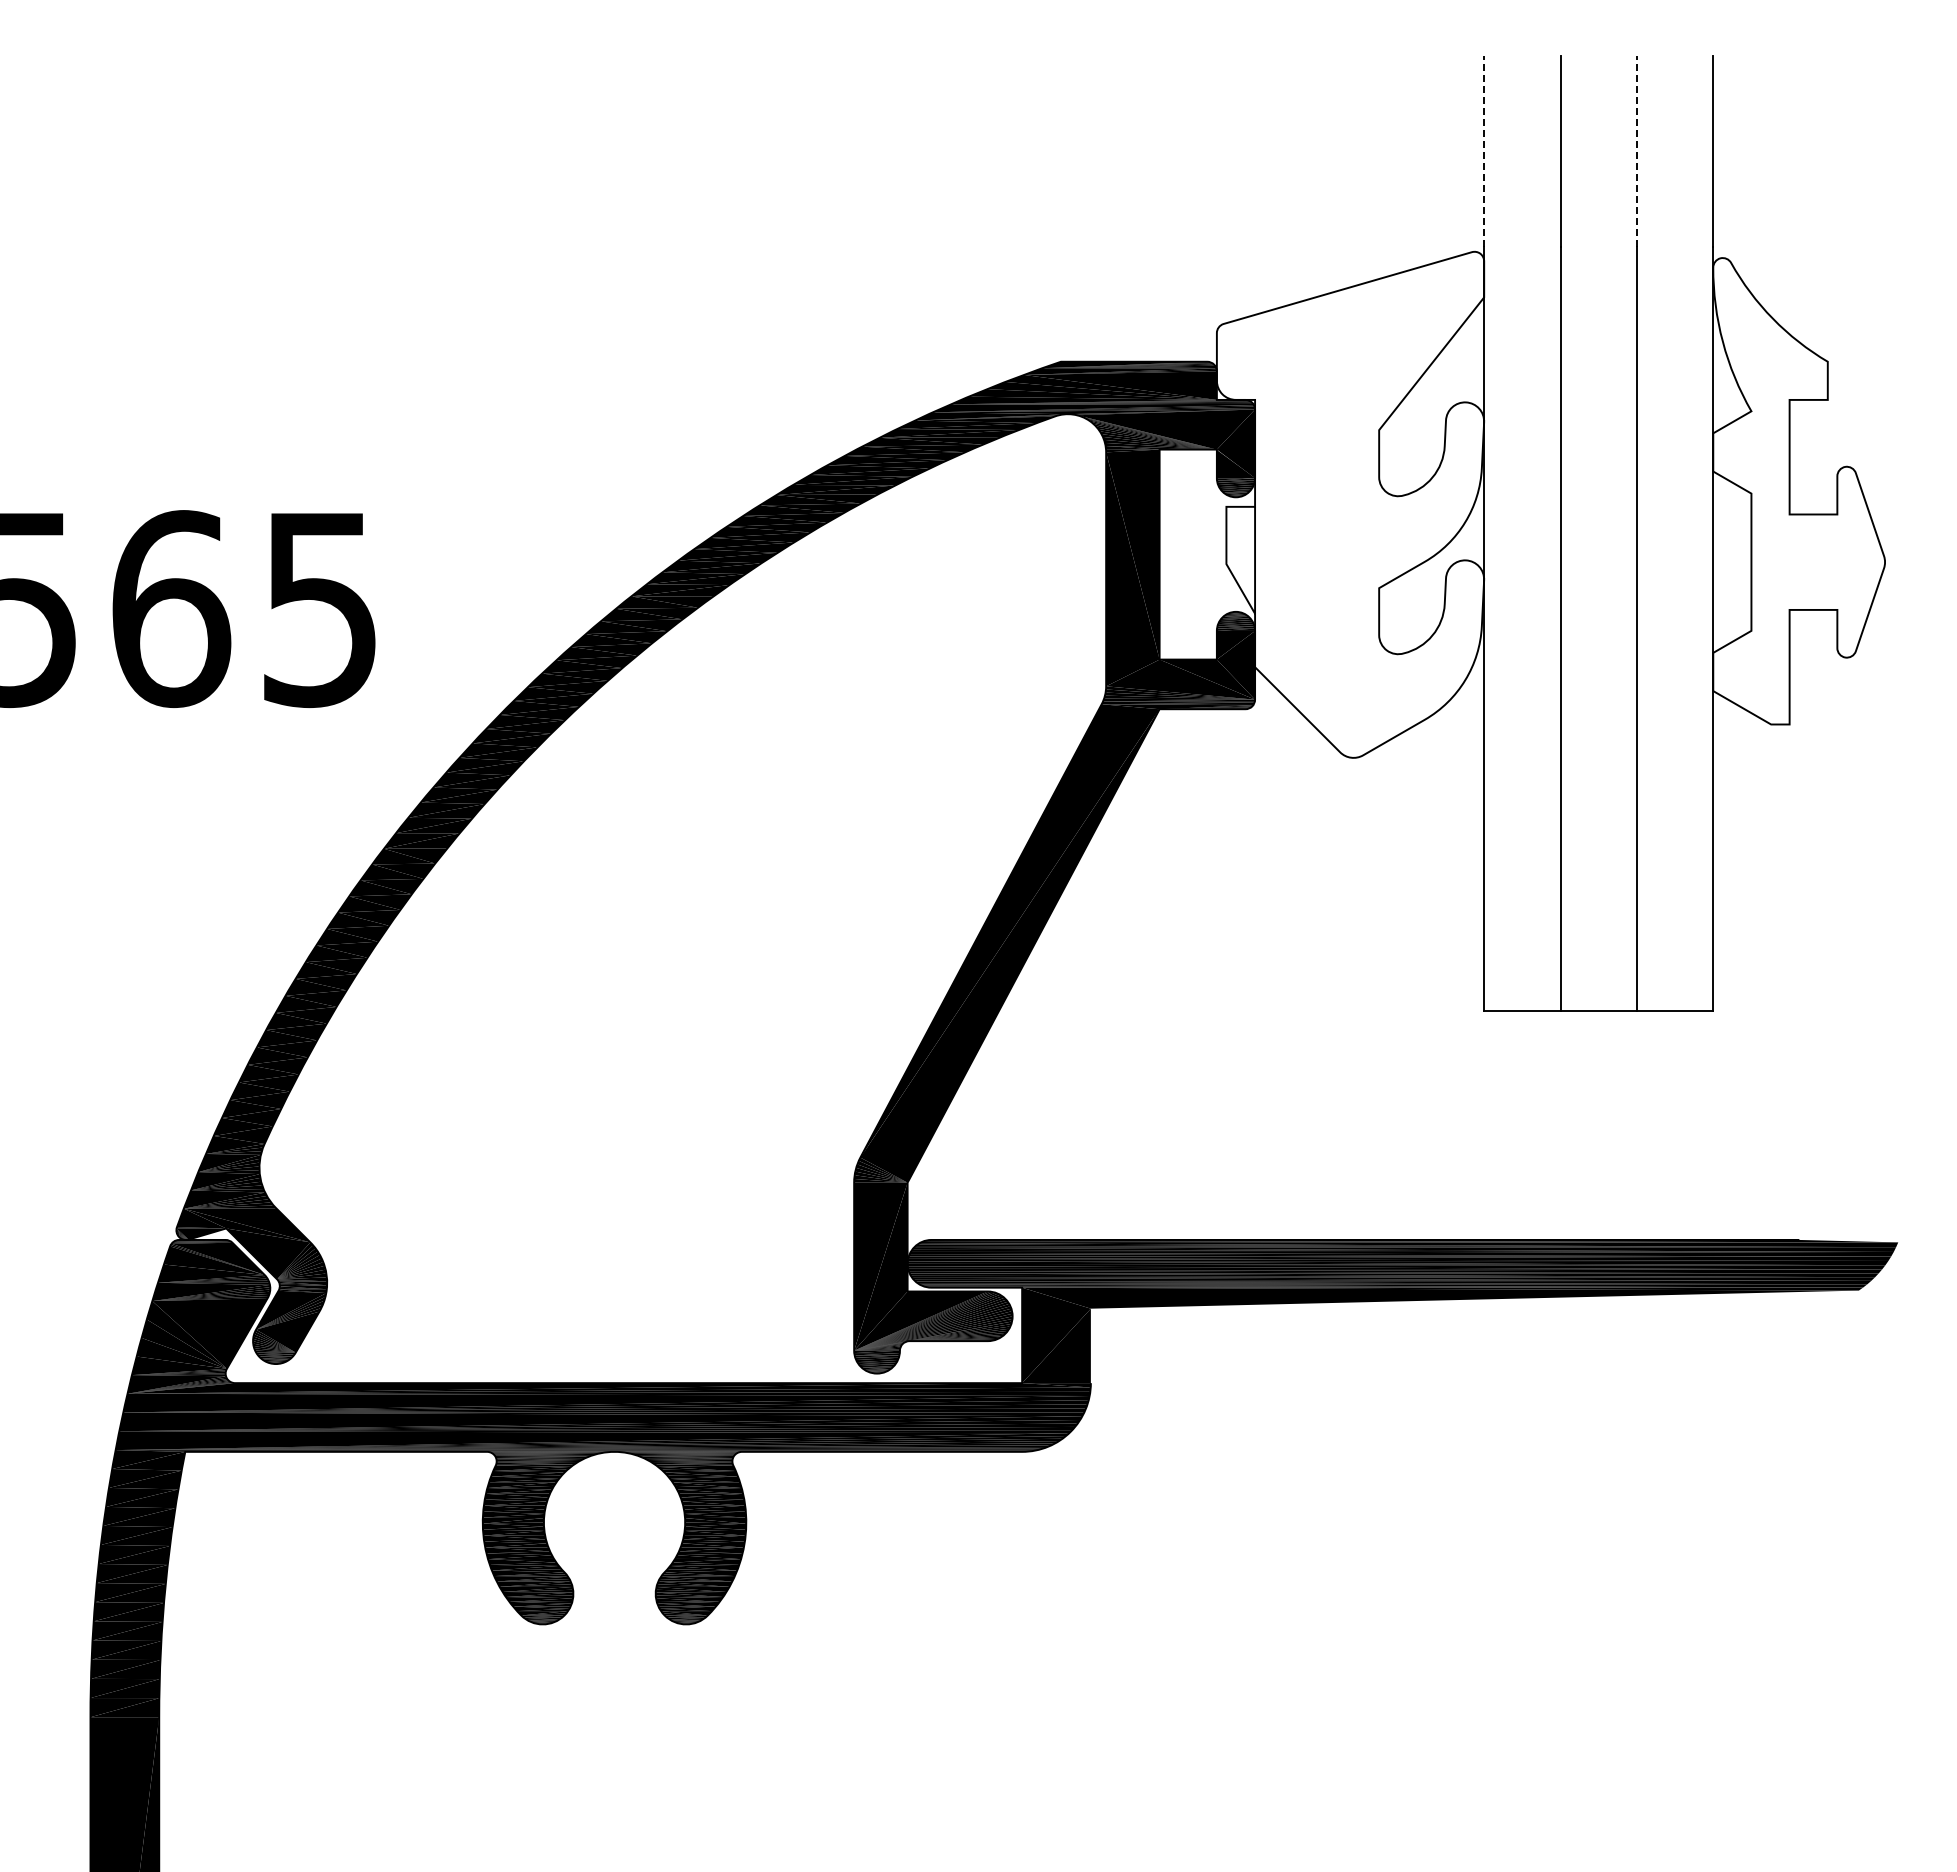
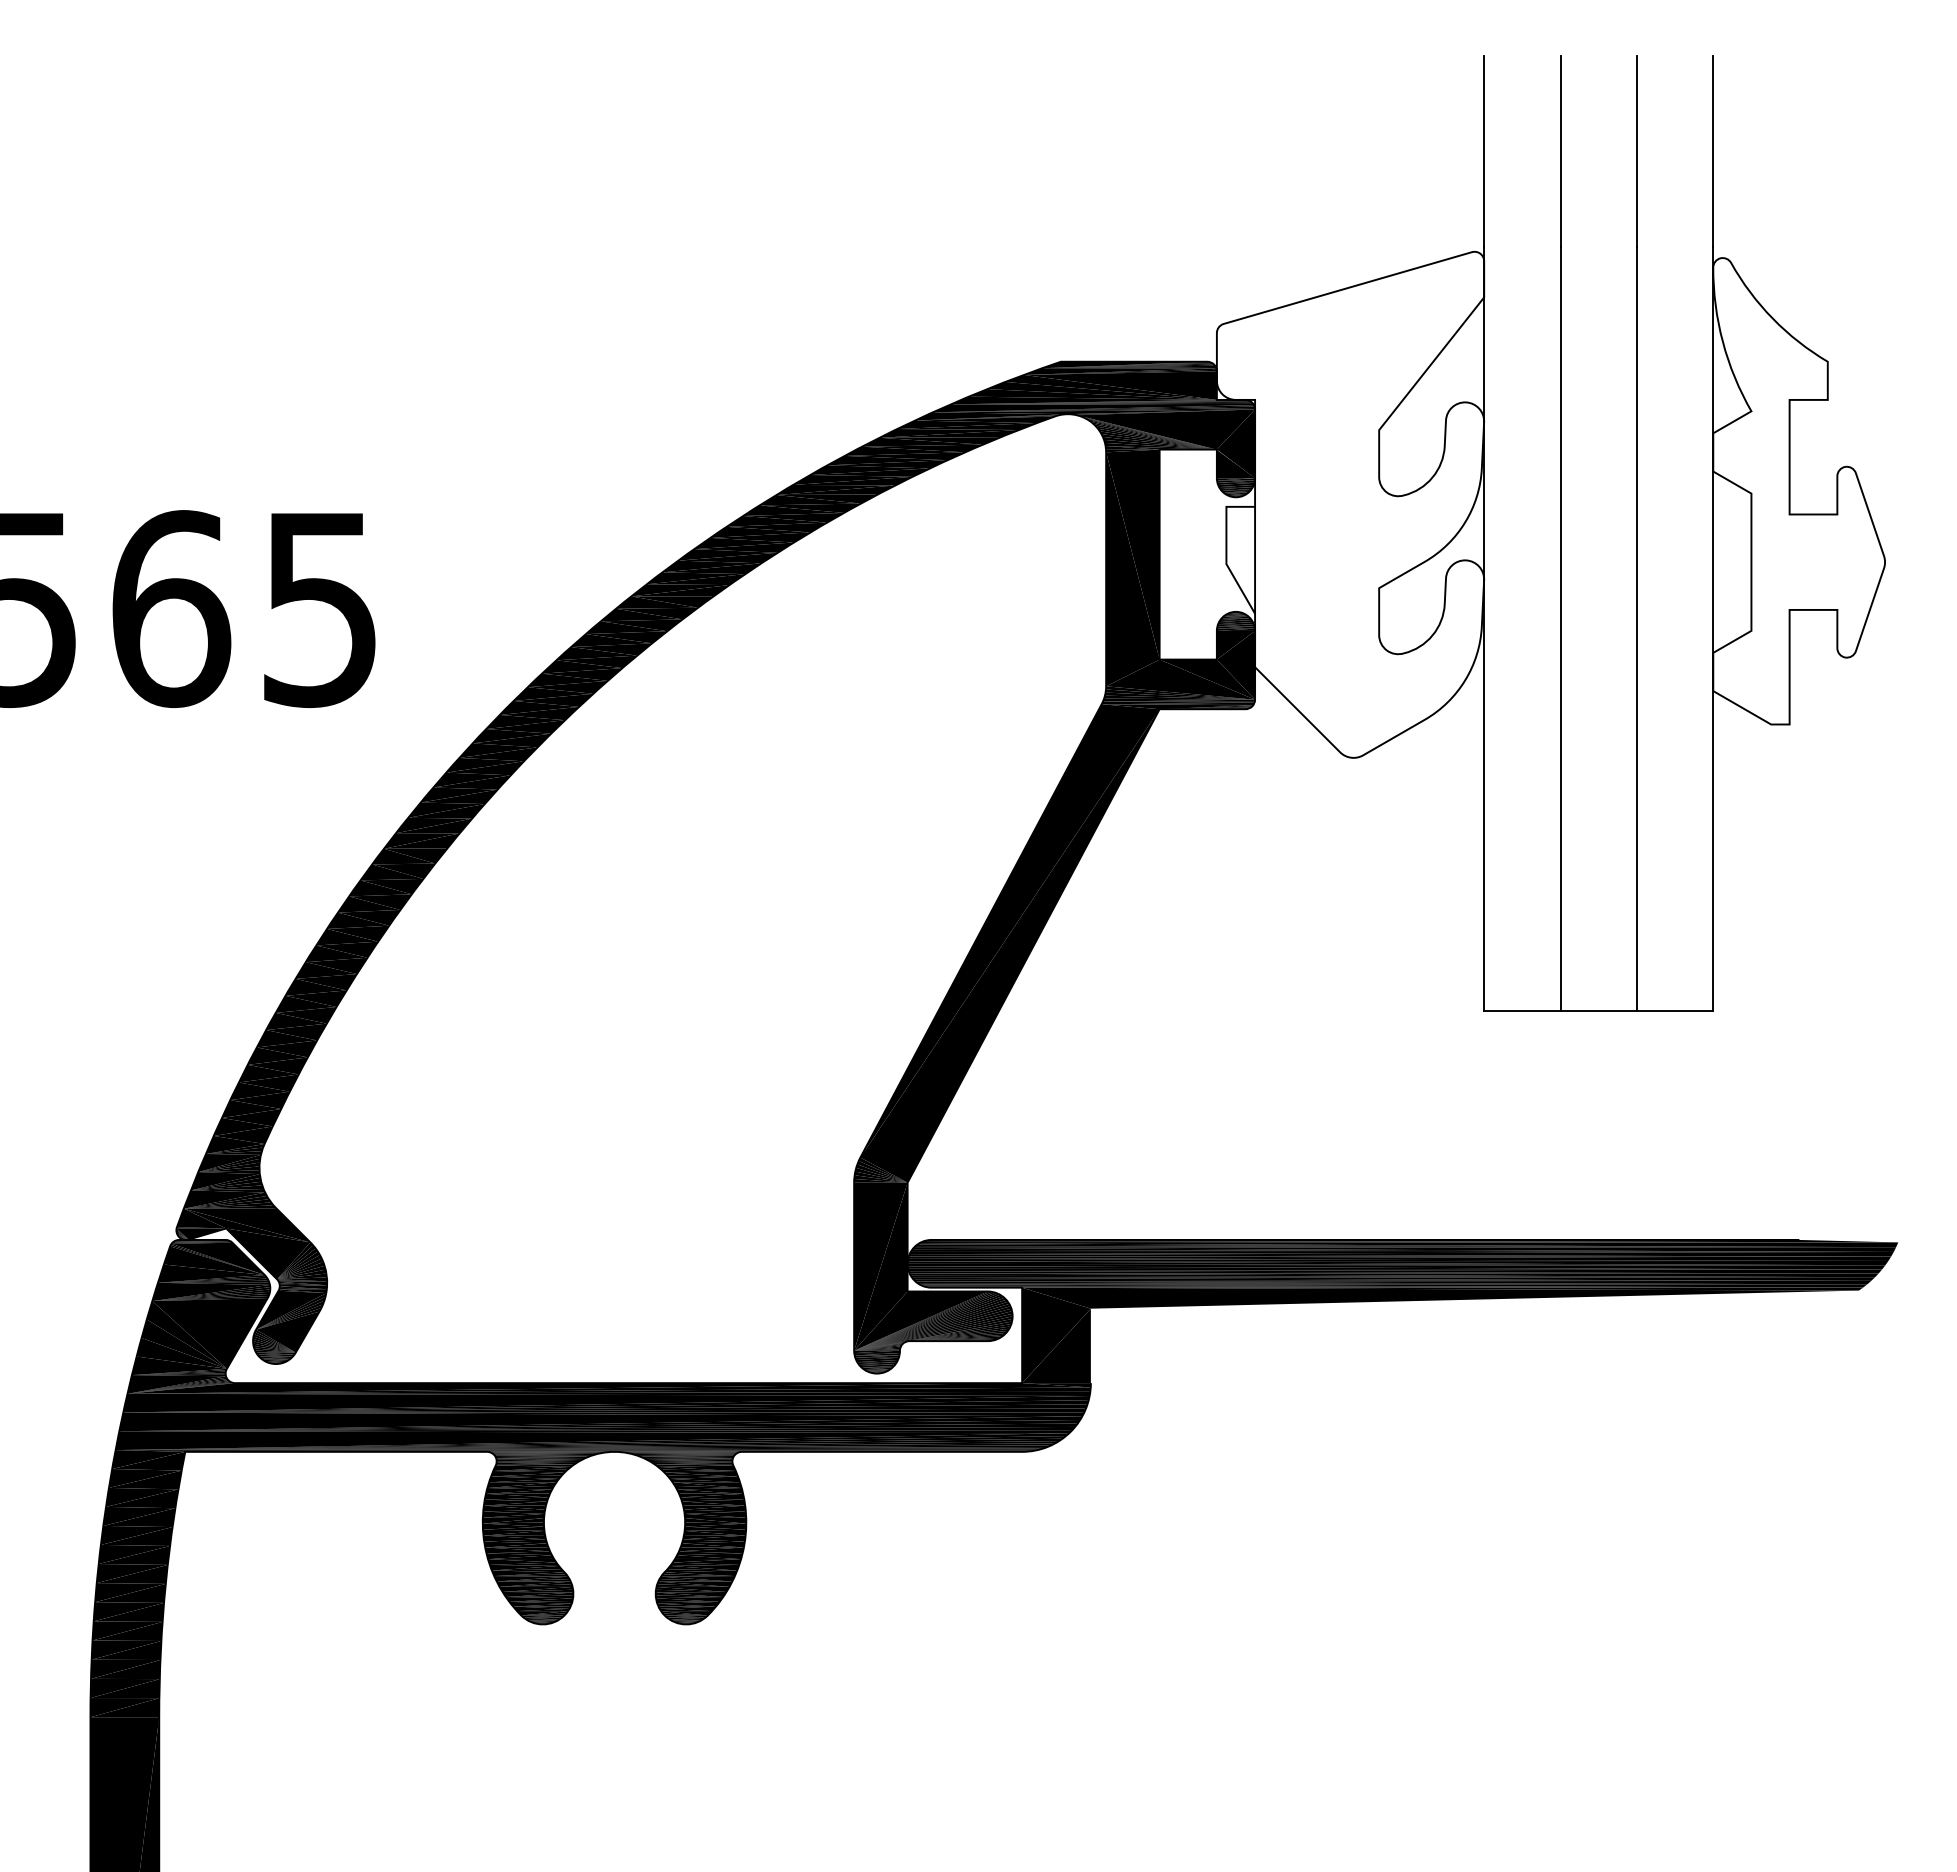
line at (1484, 151): dashed -> solid
line at (1636, 151): dashed -> solid
